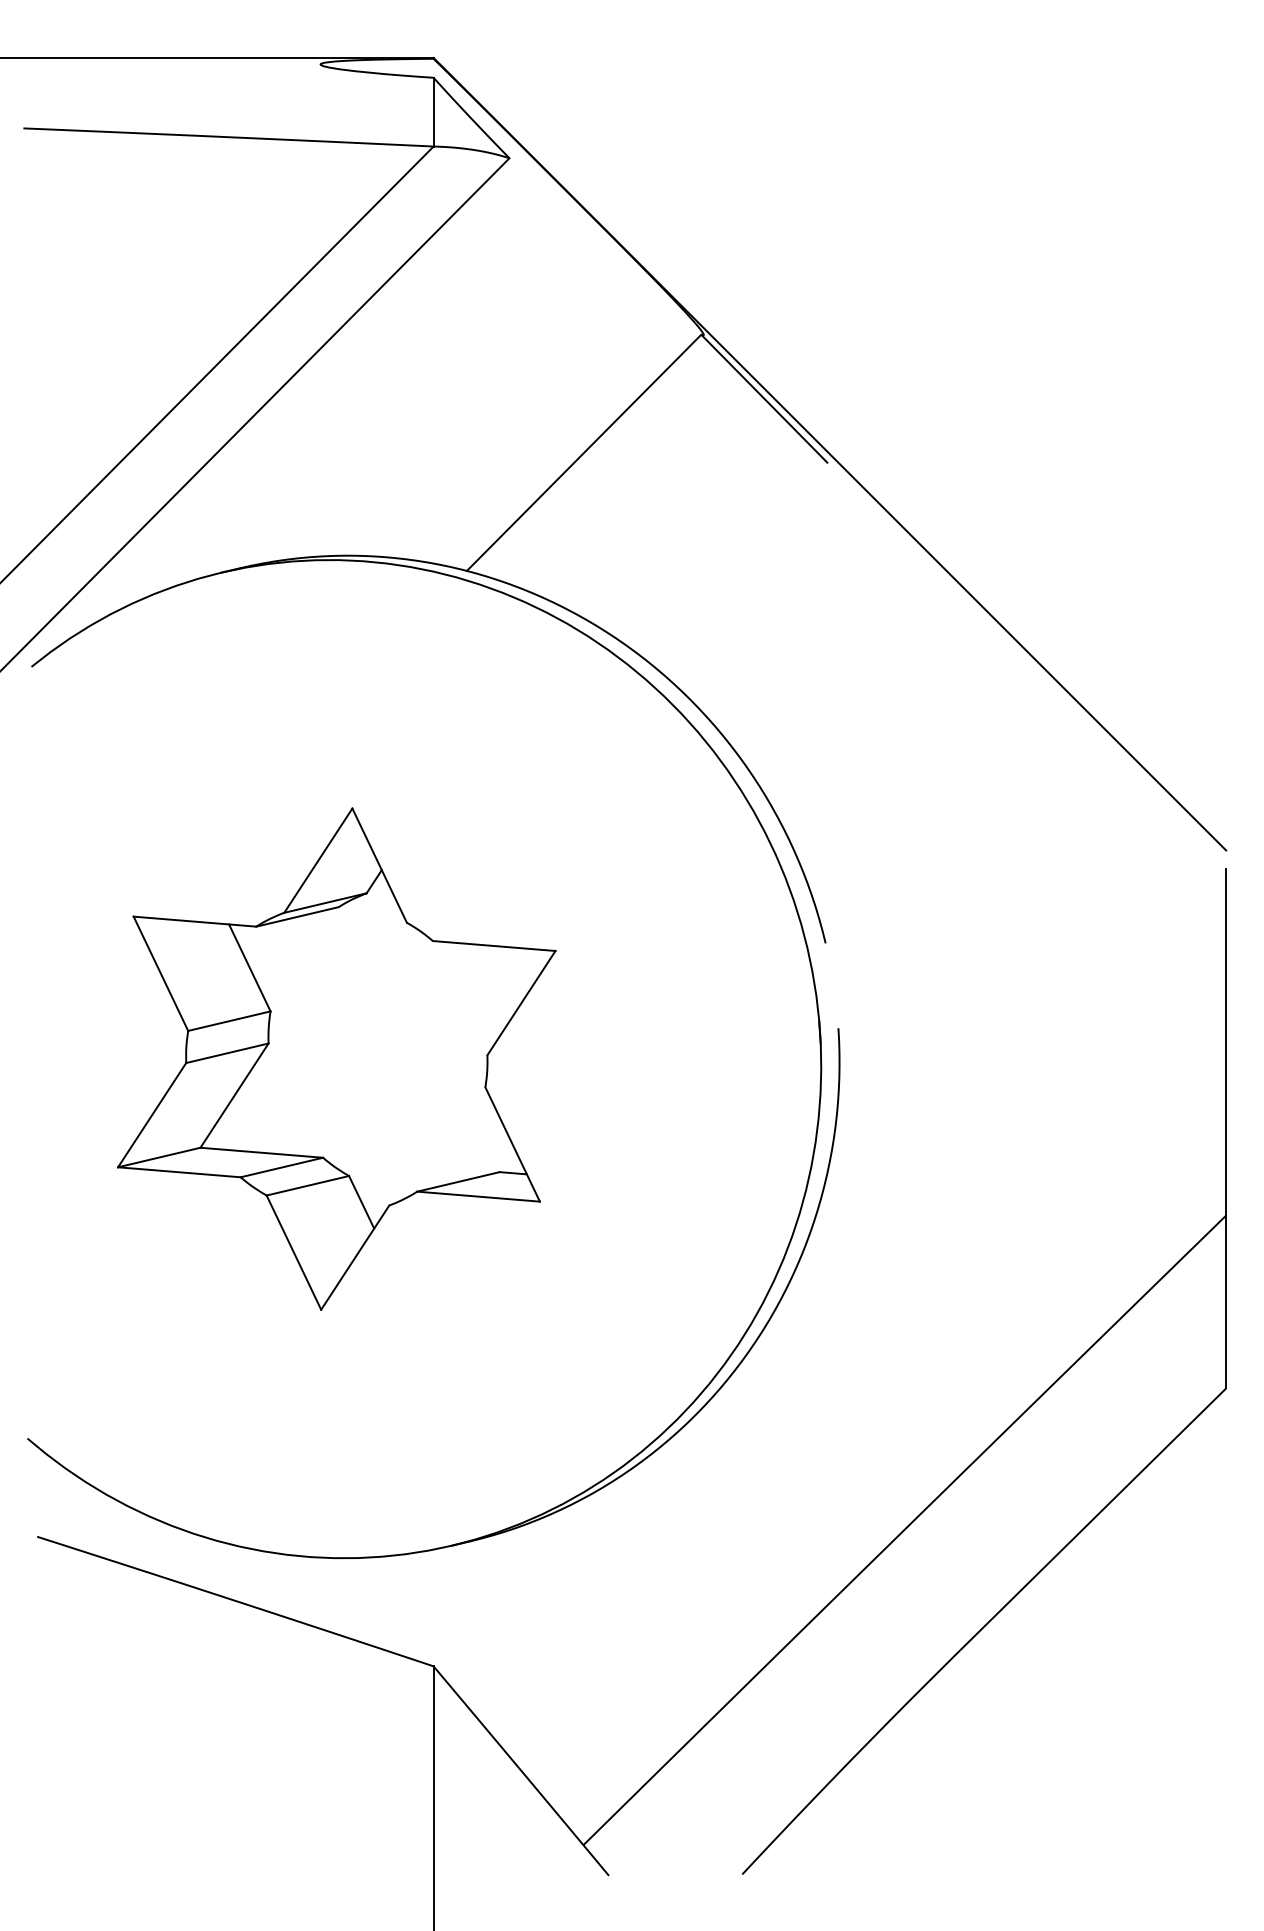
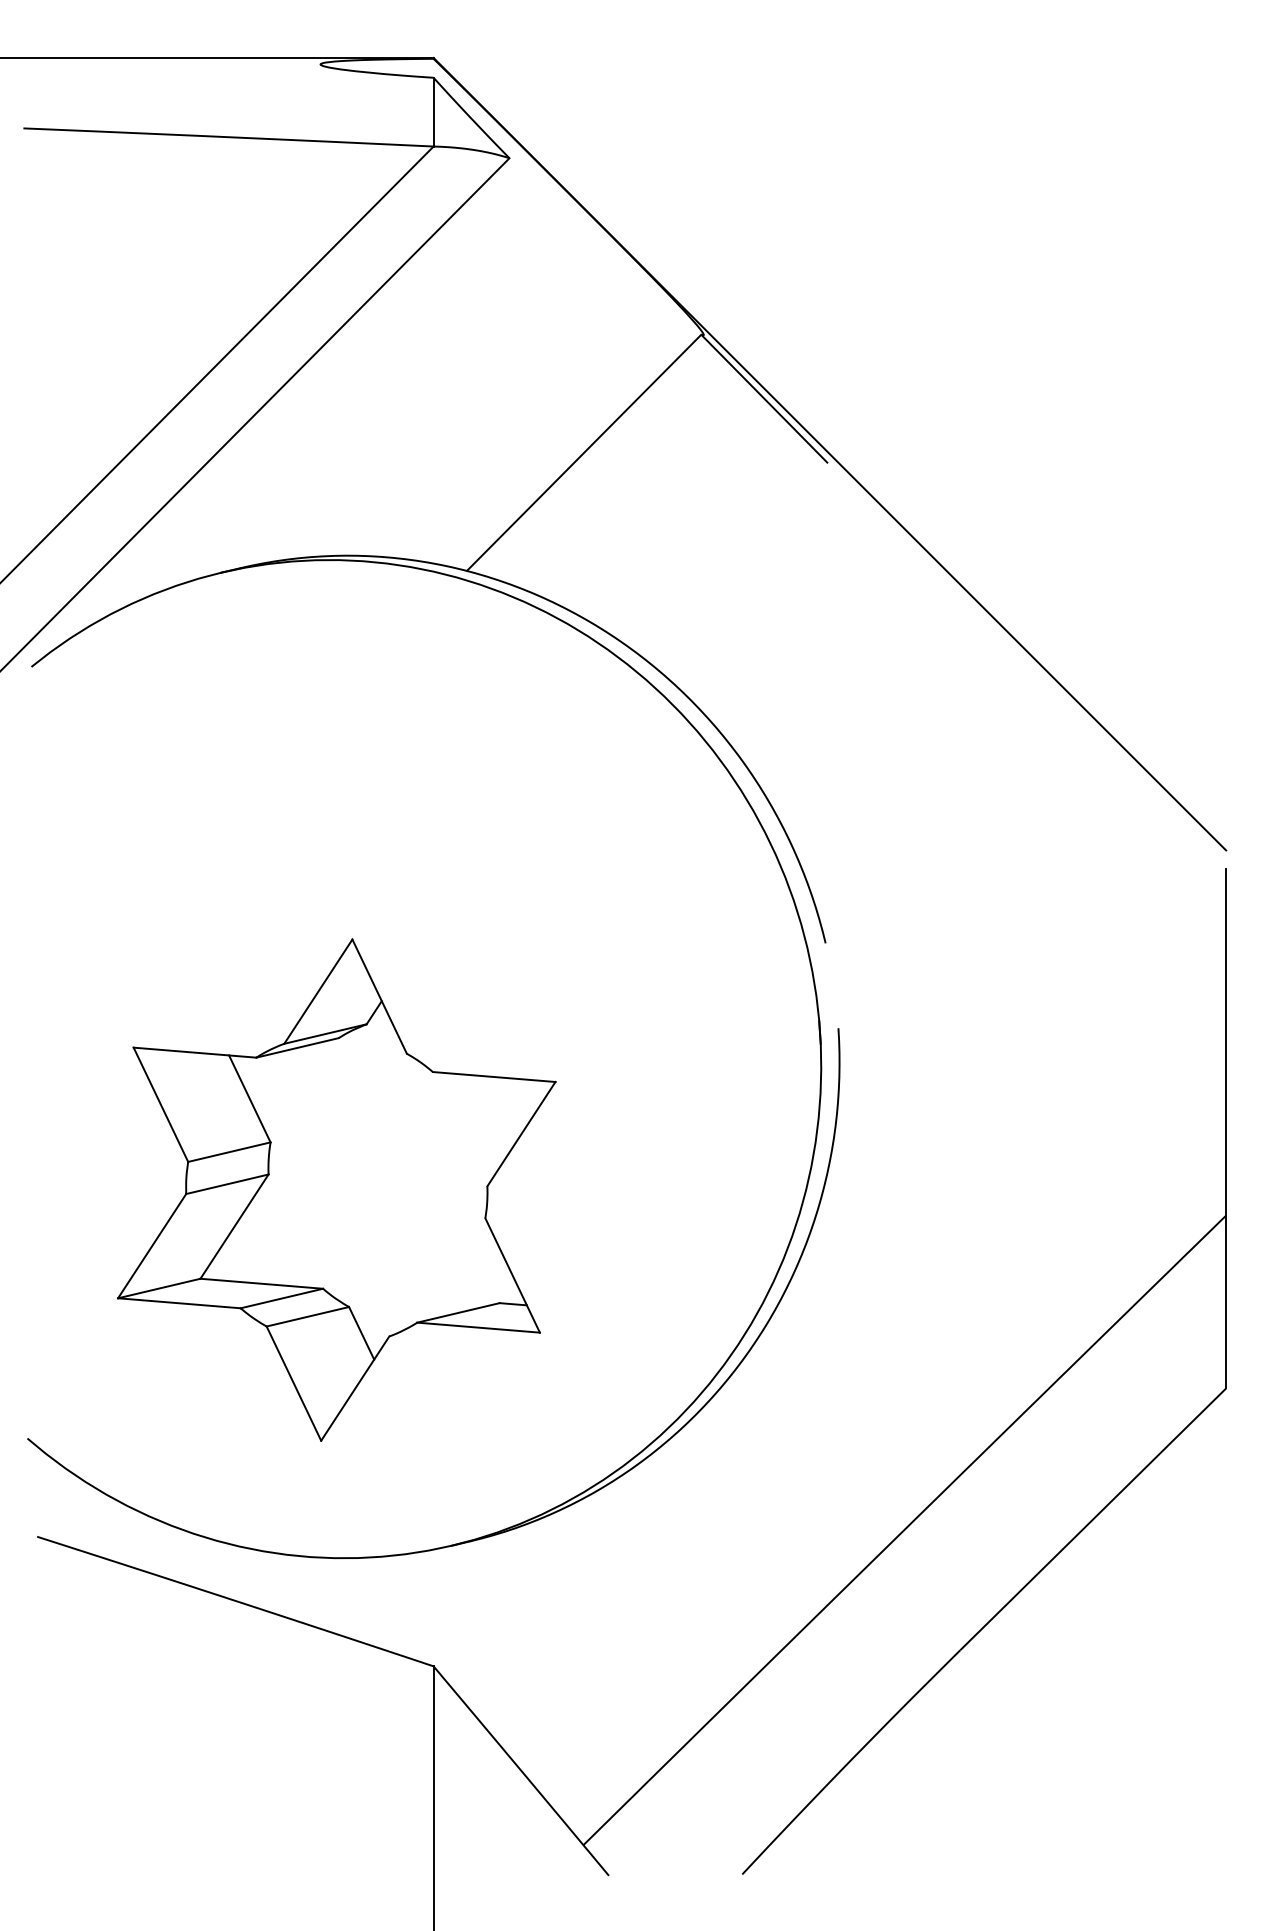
part at (336, 1058) position: (336, 1058) -> (336, 1189)
